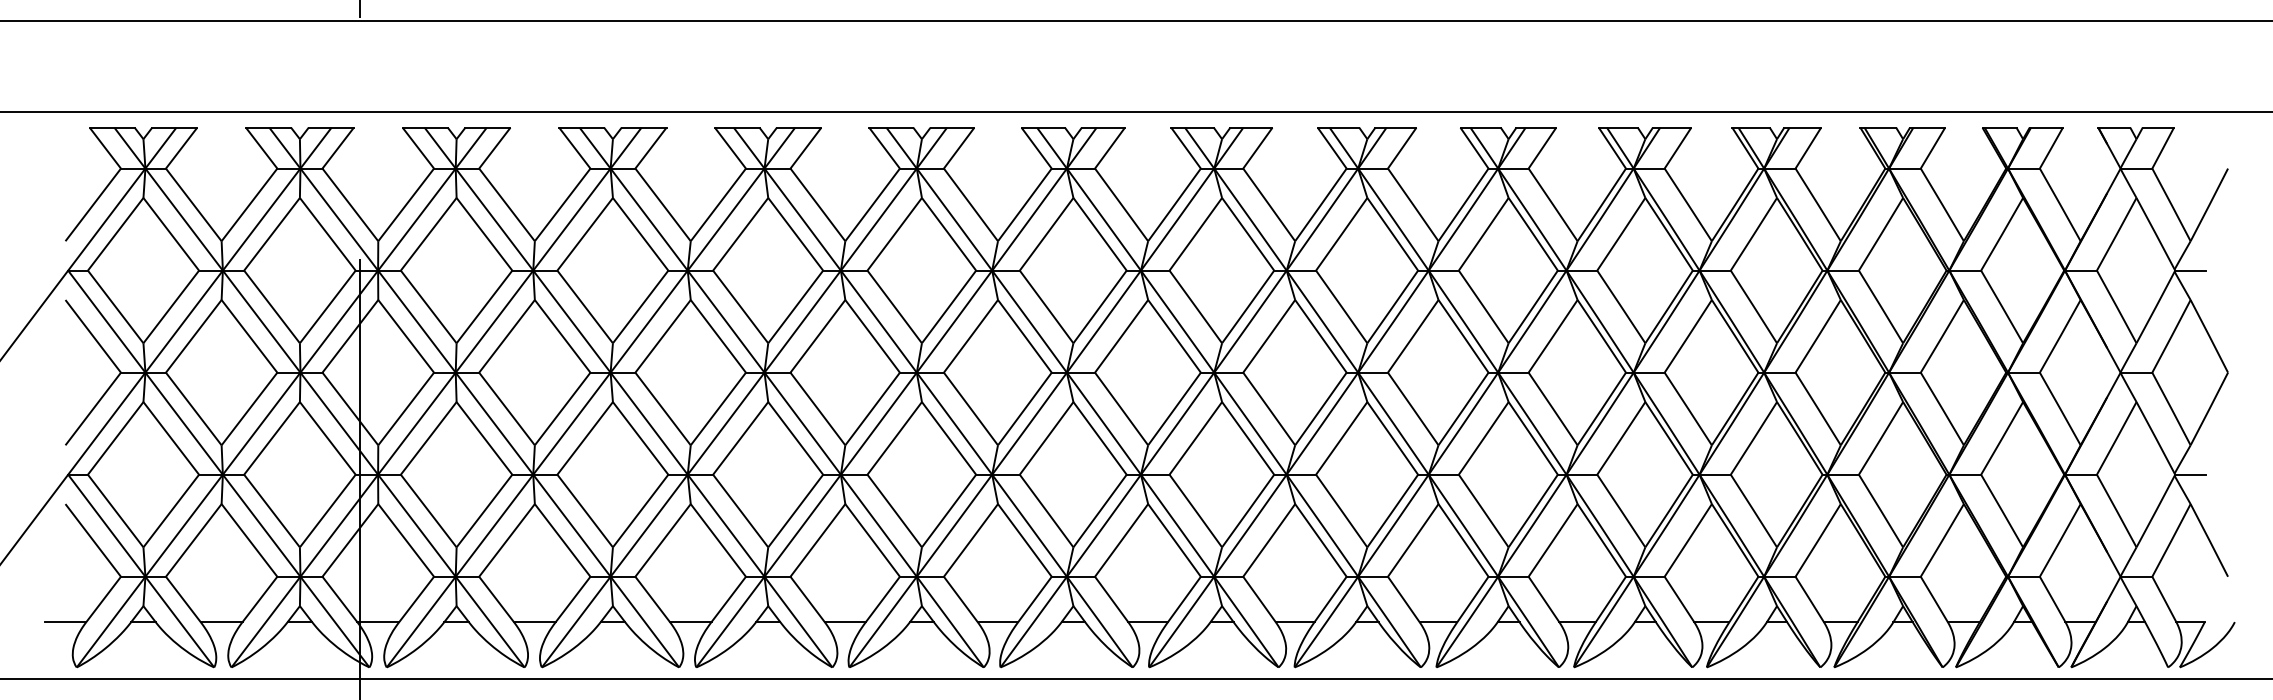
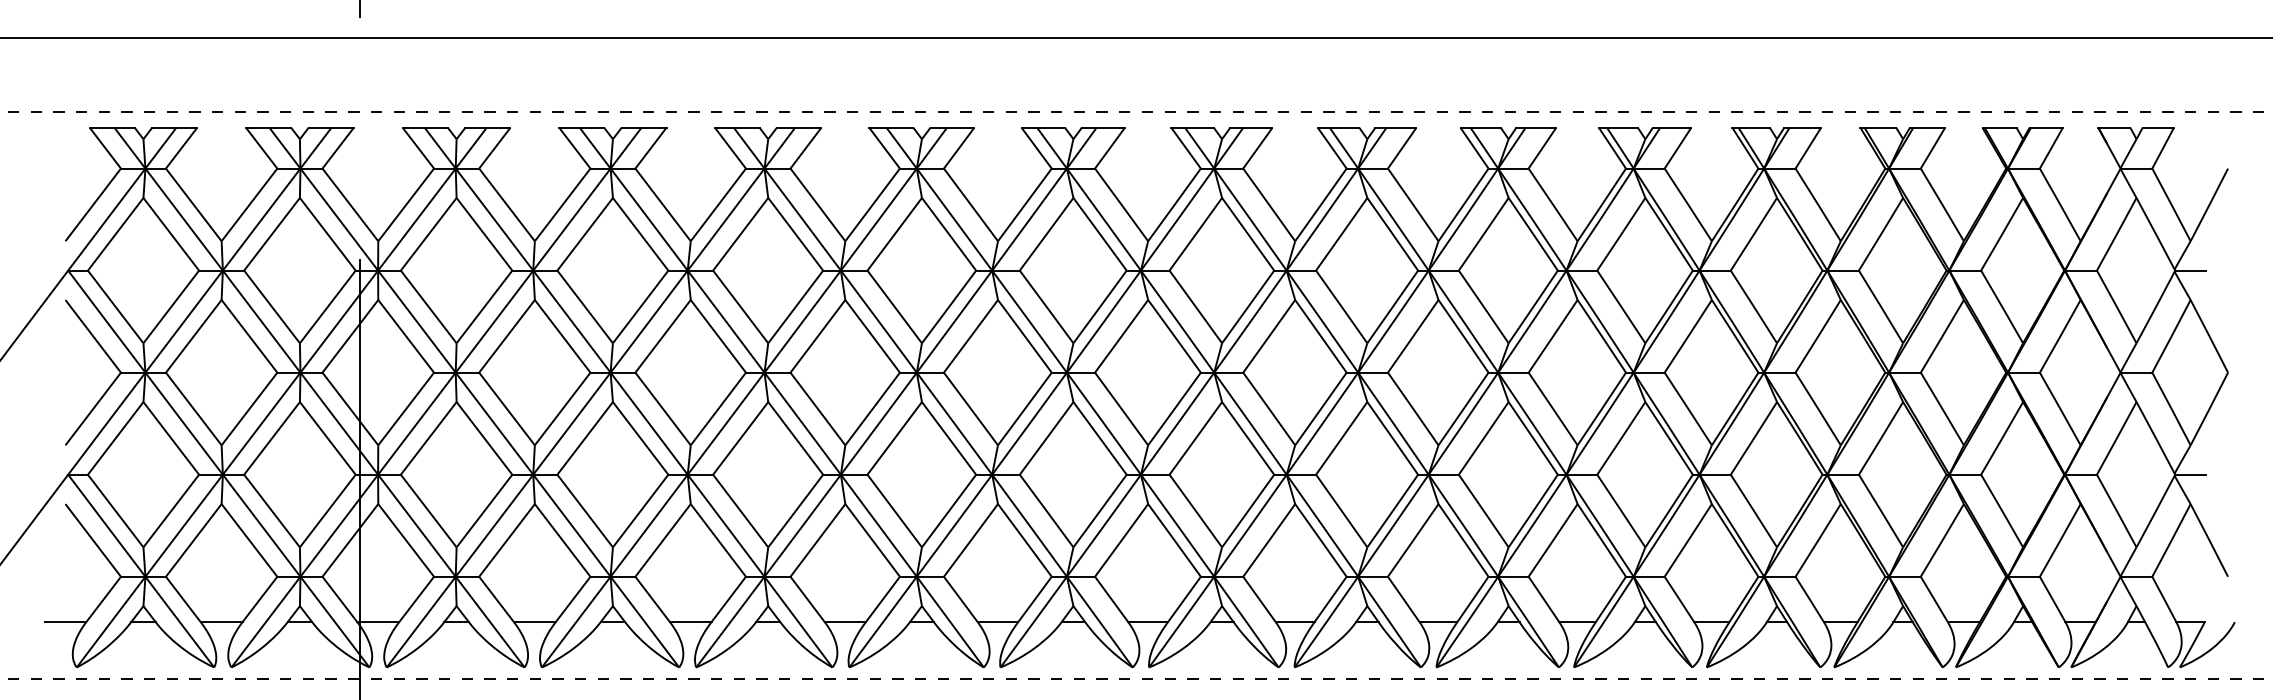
line at (1135, 21) position: (1135, 21) -> (1135, 38)
line at (1136, 111): solid -> dashed
line at (1136, 678): solid -> dashed
